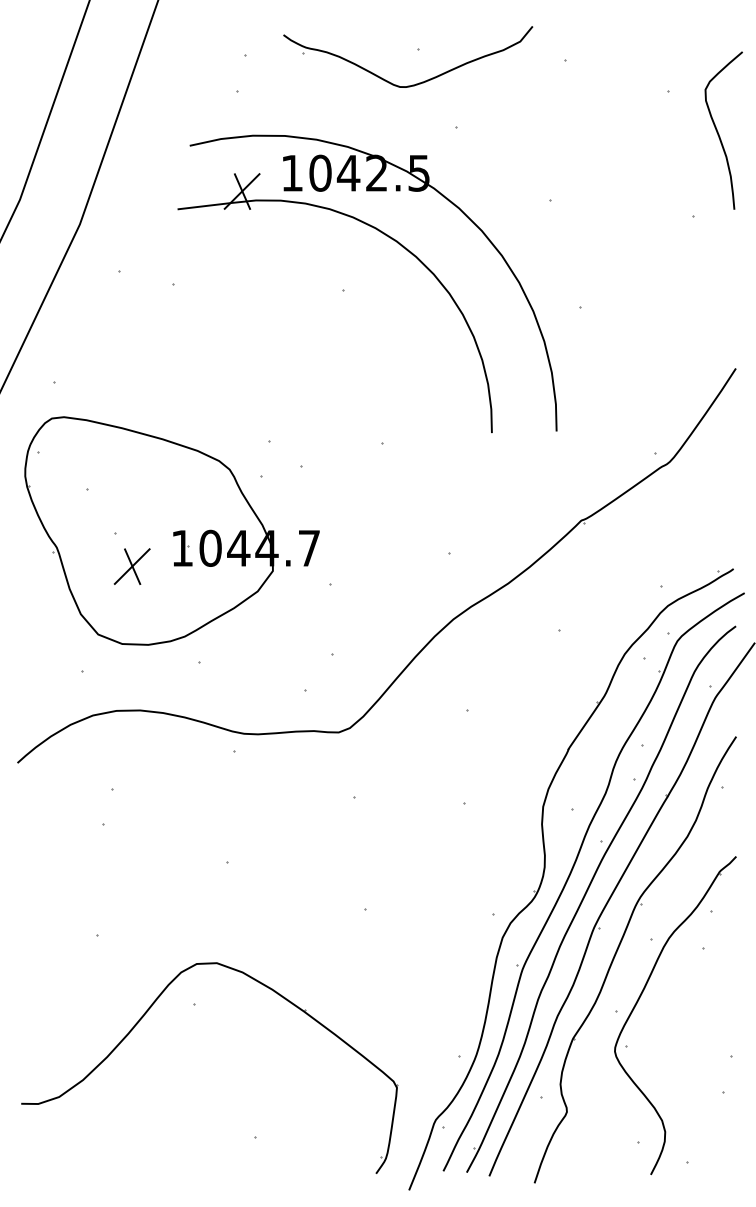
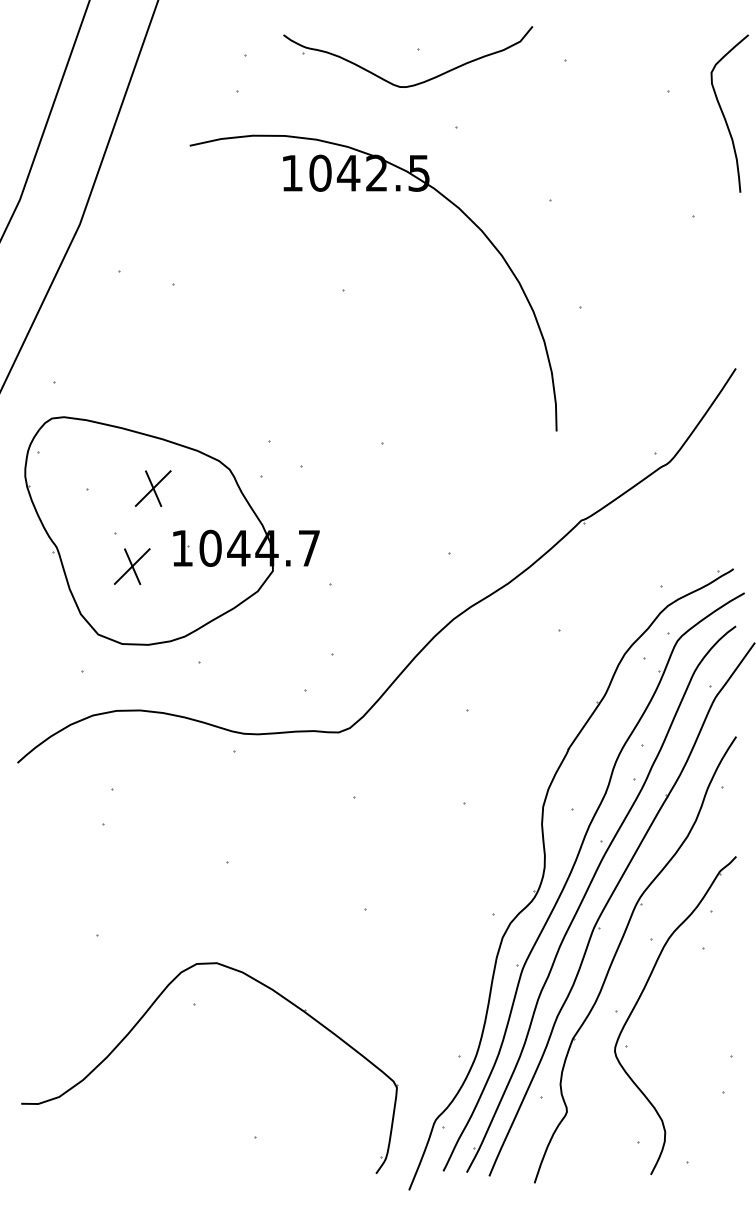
curve at (718, 131) position: (718, 131) -> (724, 114)
part at (378, 231): present -> none
part at (152, 488): none -> present
